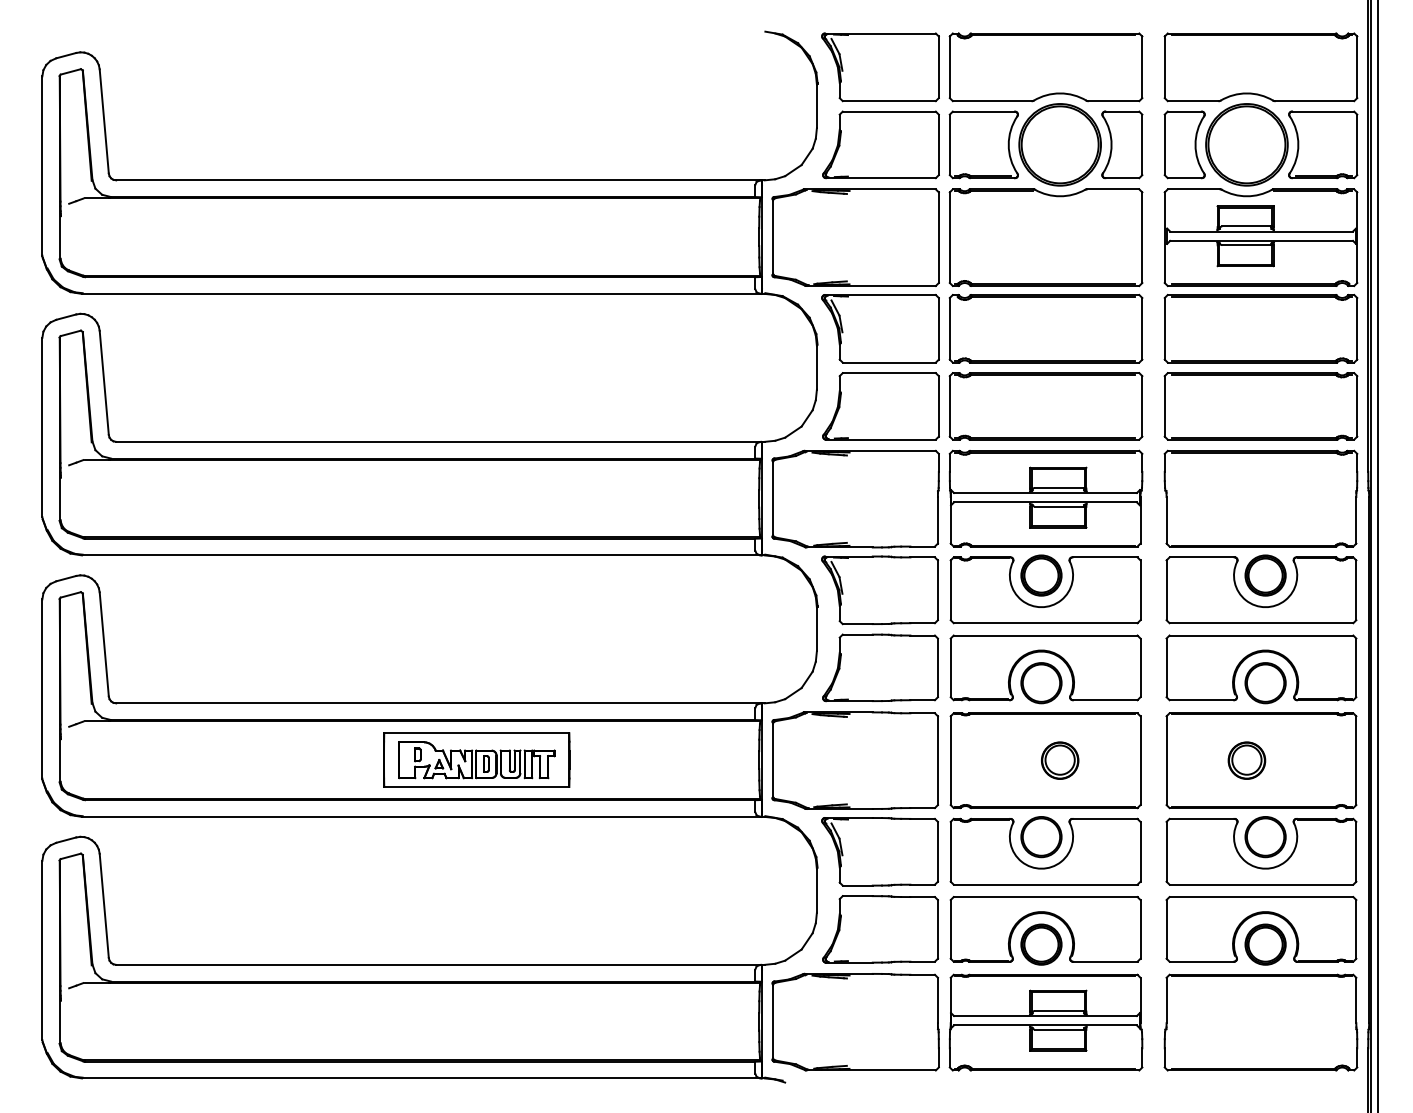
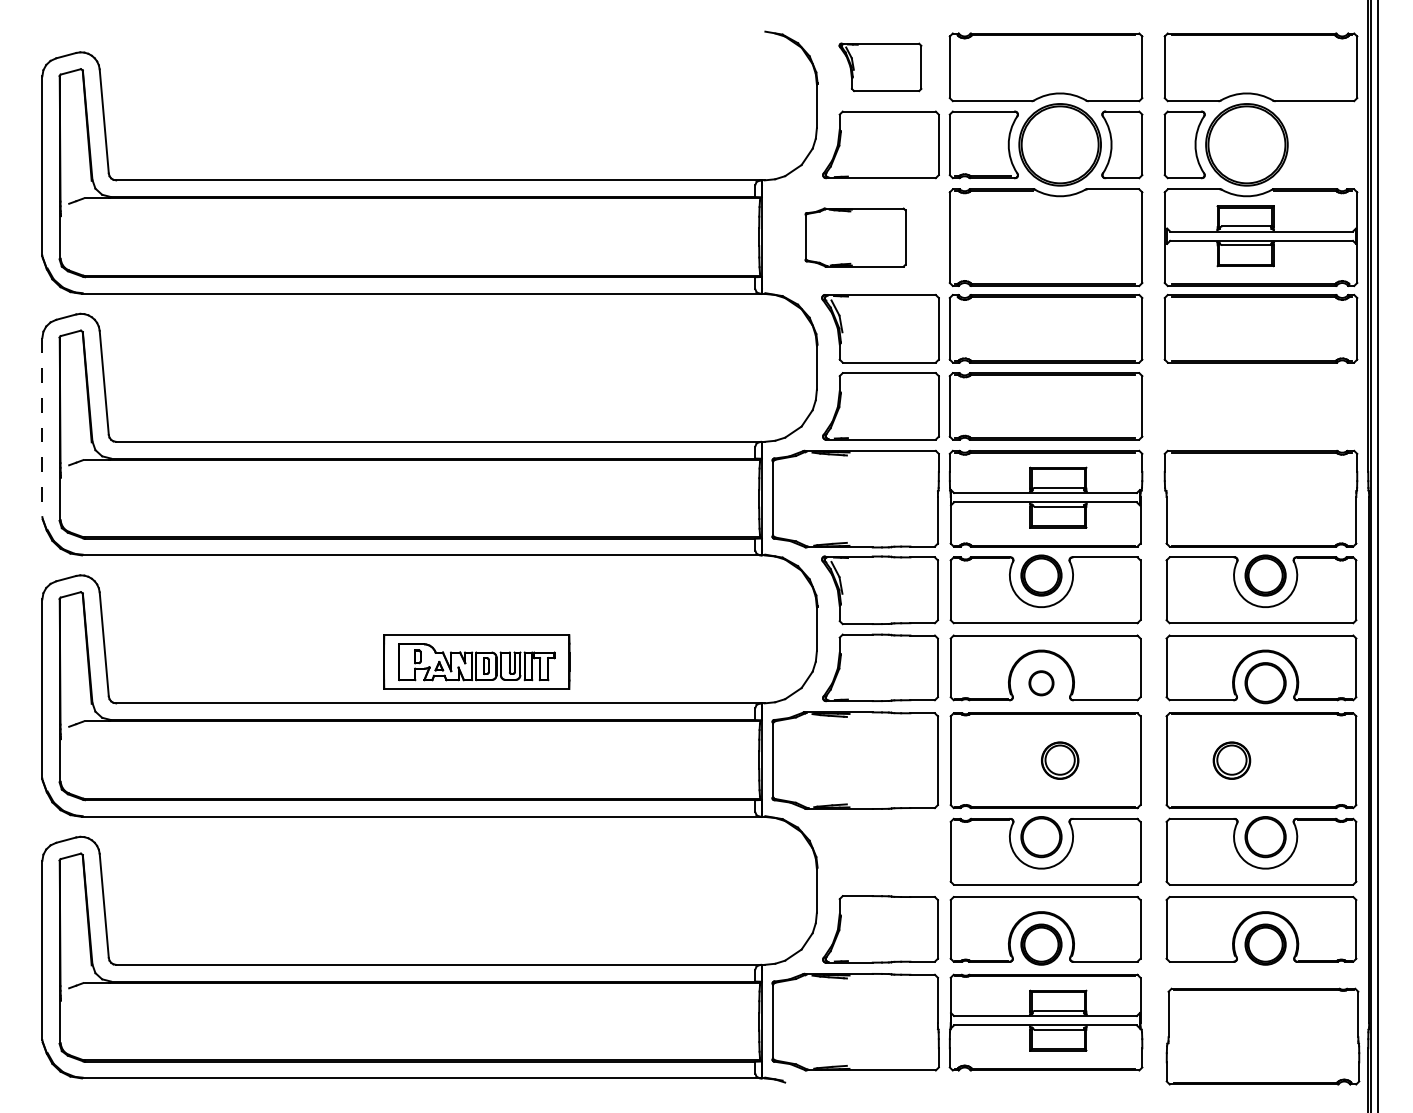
part at (880, 67) size: 119x71 px -> 85x51 px
part at (1323, 144): present -> none
part at (855, 237) size: 169x99 px -> 103x61 px
part at (1260, 406): present -> none
line at (42, 427): solid -> dashed
part at (1041, 683) size: 43x43 px -> 27x27 px
part at (476, 759) position: (476, 759) -> (476, 661)
part at (1246, 760) position: (1246, 760) -> (1231, 760)
part at (879, 851): present -> none
part at (1260, 1022) position: (1260, 1022) -> (1262, 1036)
